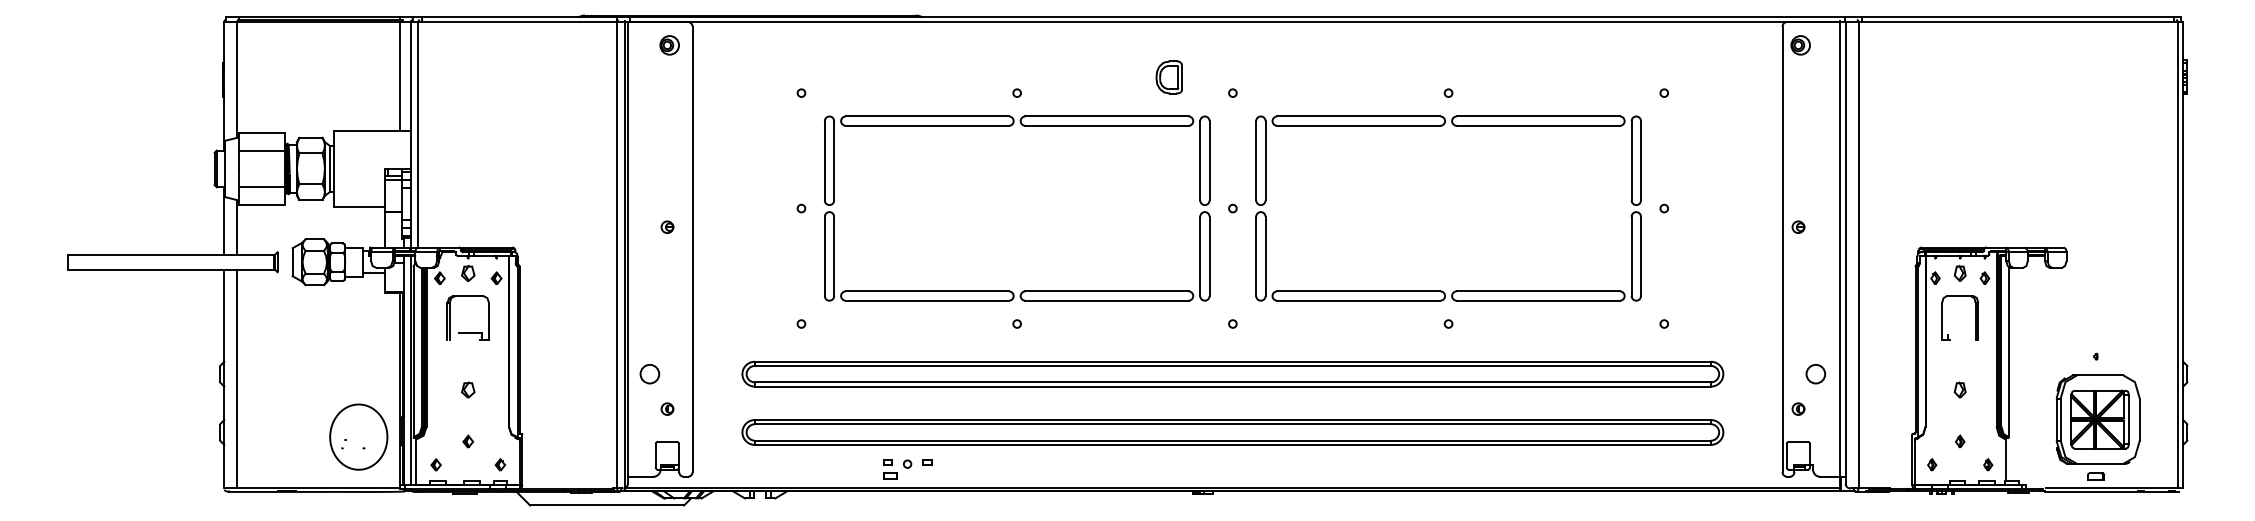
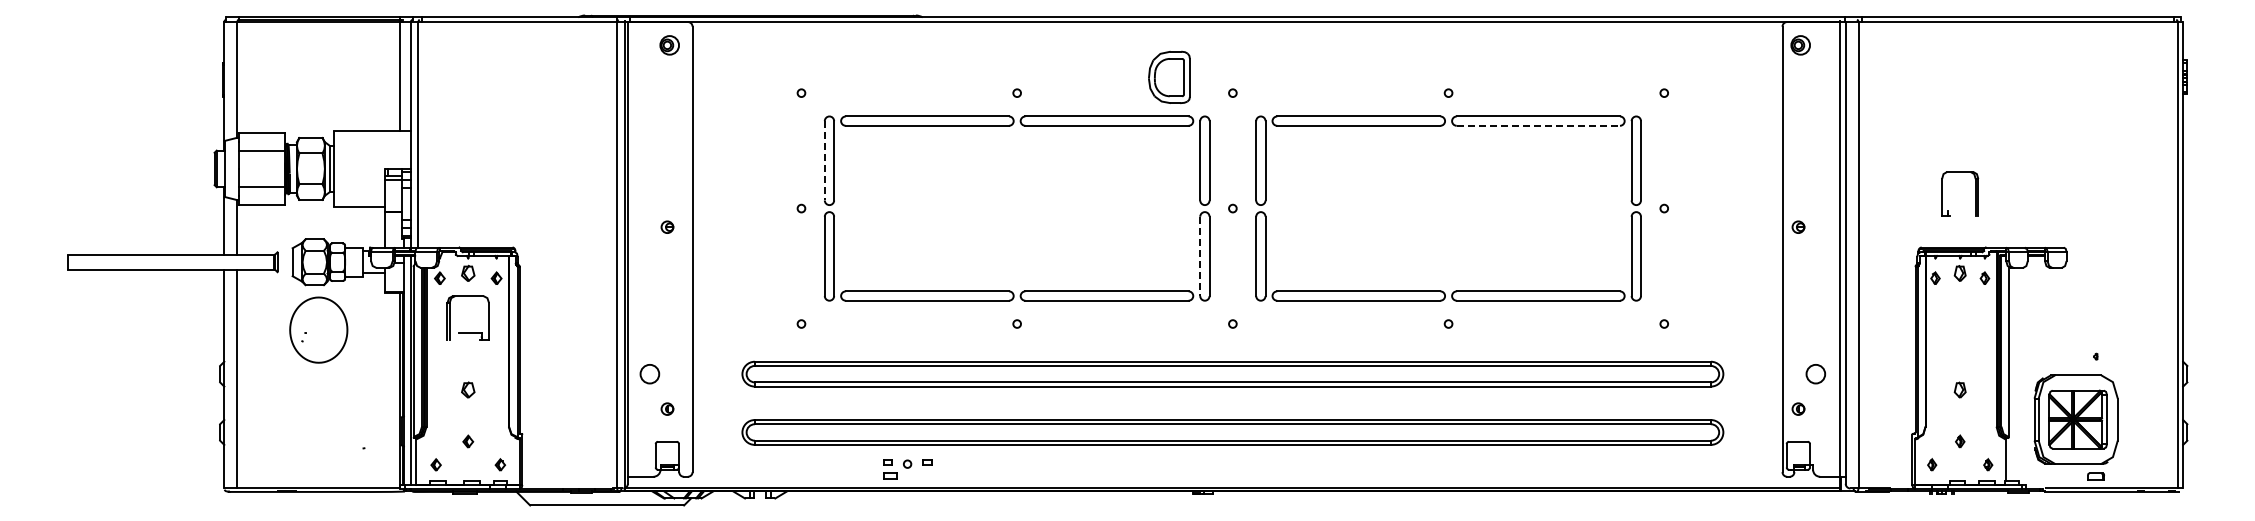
part at (1168, 77) size: 28x35 px -> 43x54 px
line at (1538, 125): solid -> dashed
line at (824, 160): solid -> dashed
line at (1200, 256): solid -> dashed
part at (1975, 317) position: (1975, 317) -> (1975, 193)
part at (2097, 419) position: (2097, 419) -> (2075, 419)
part at (358, 436) position: (358, 436) -> (318, 329)
